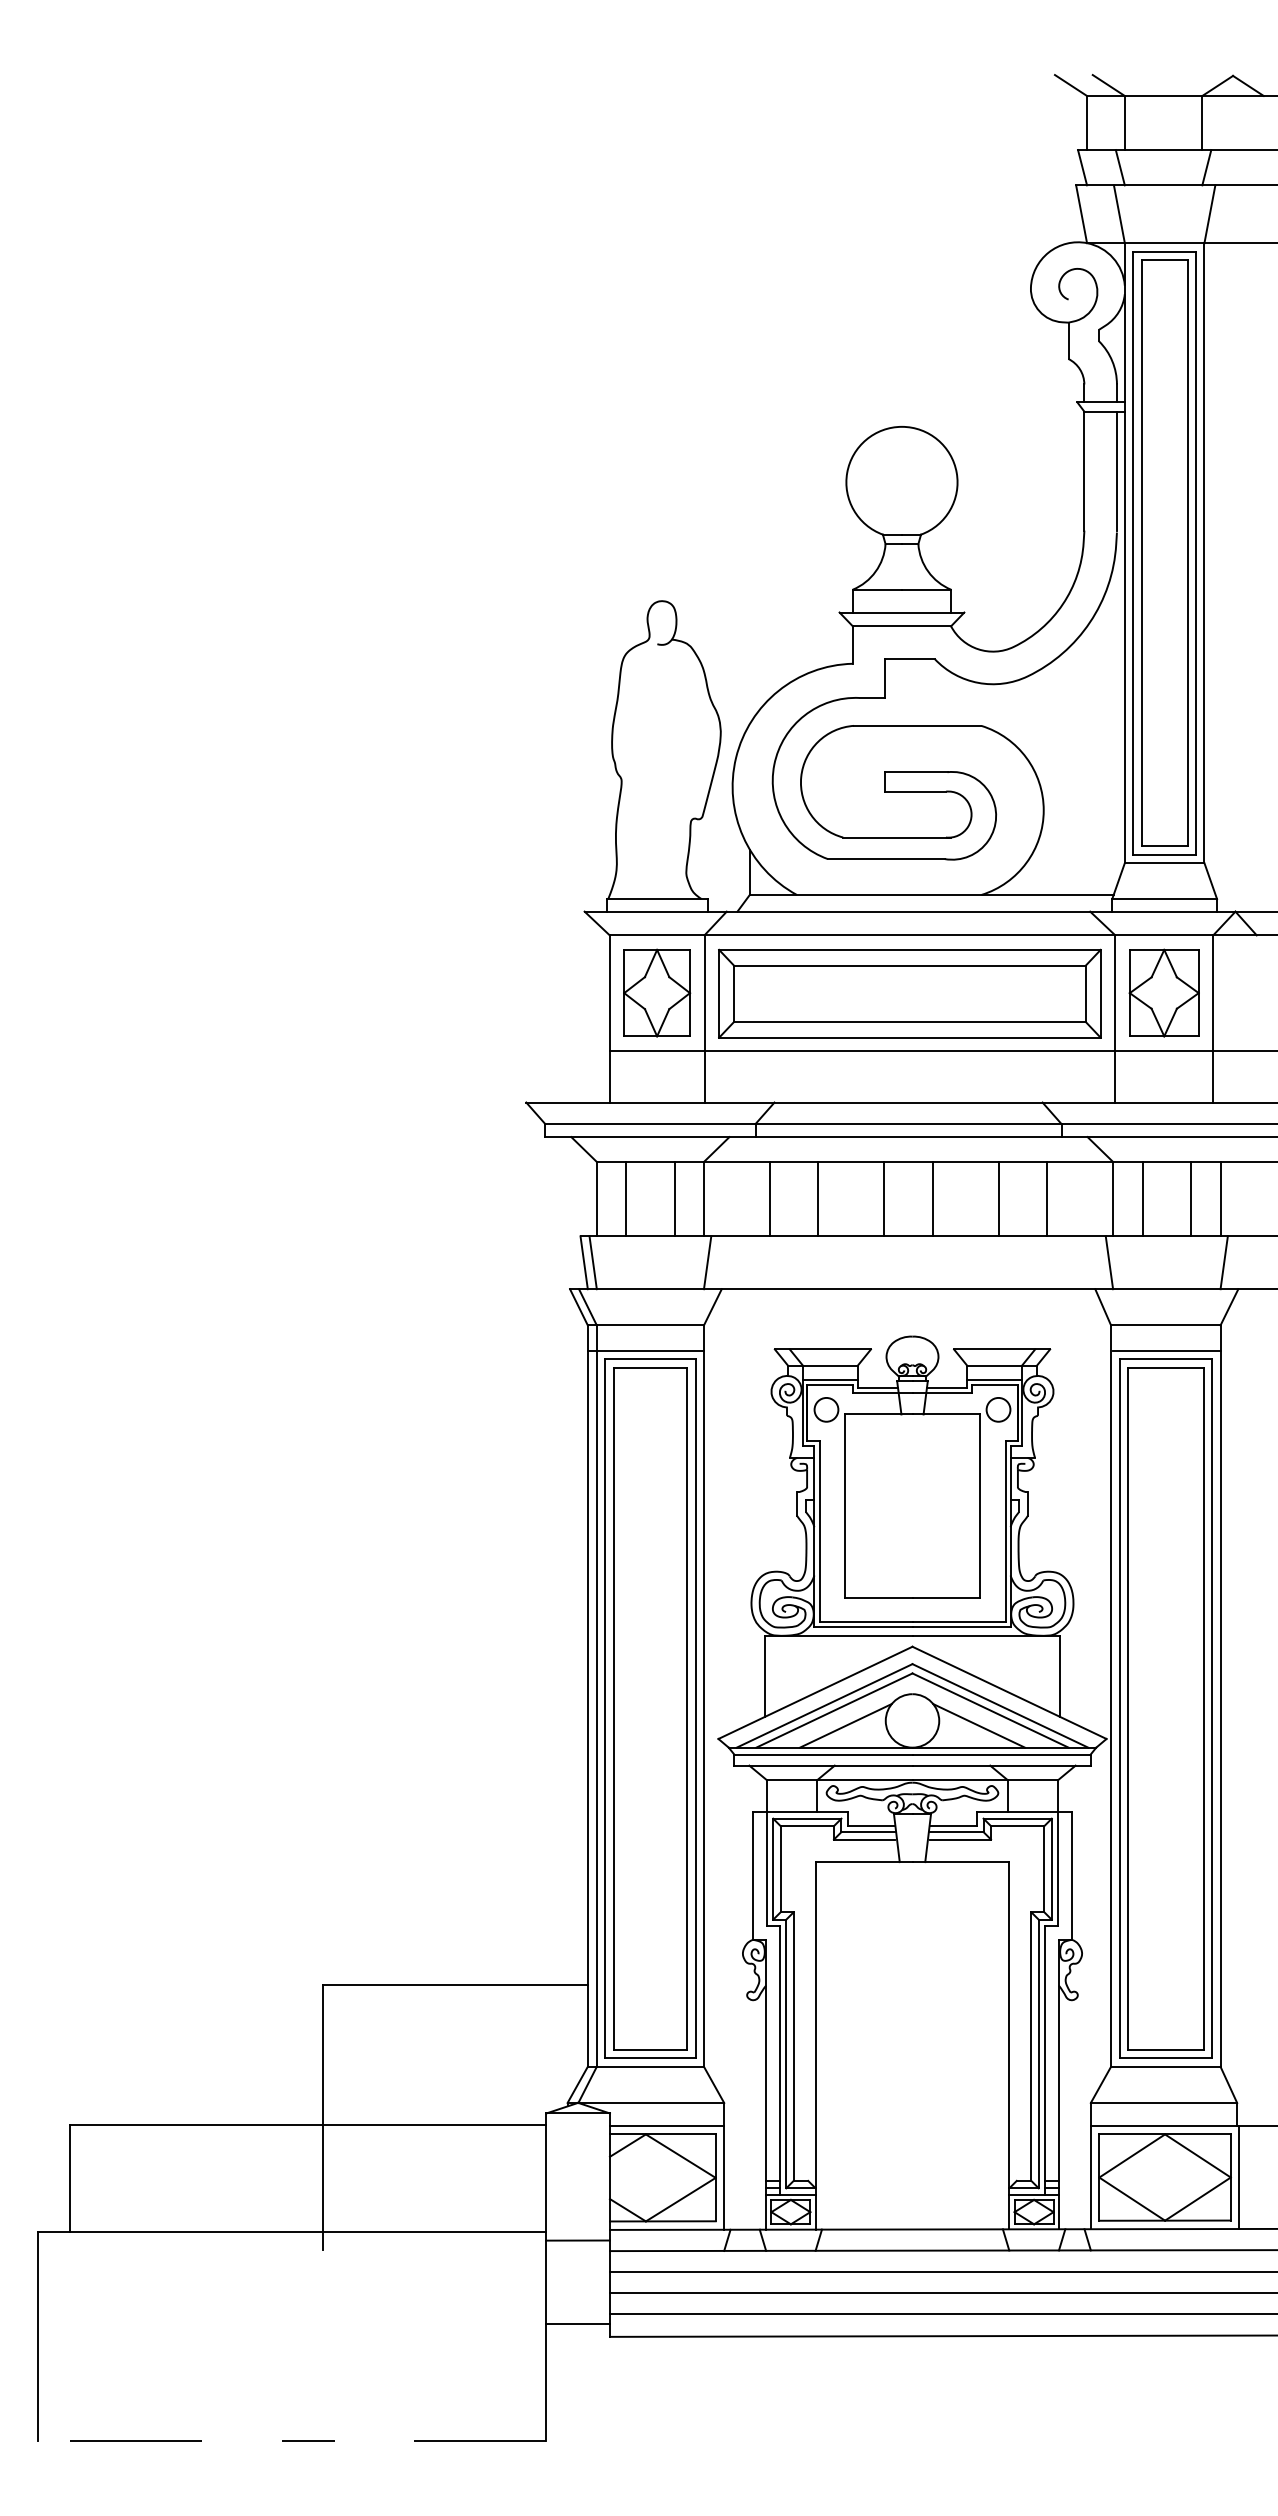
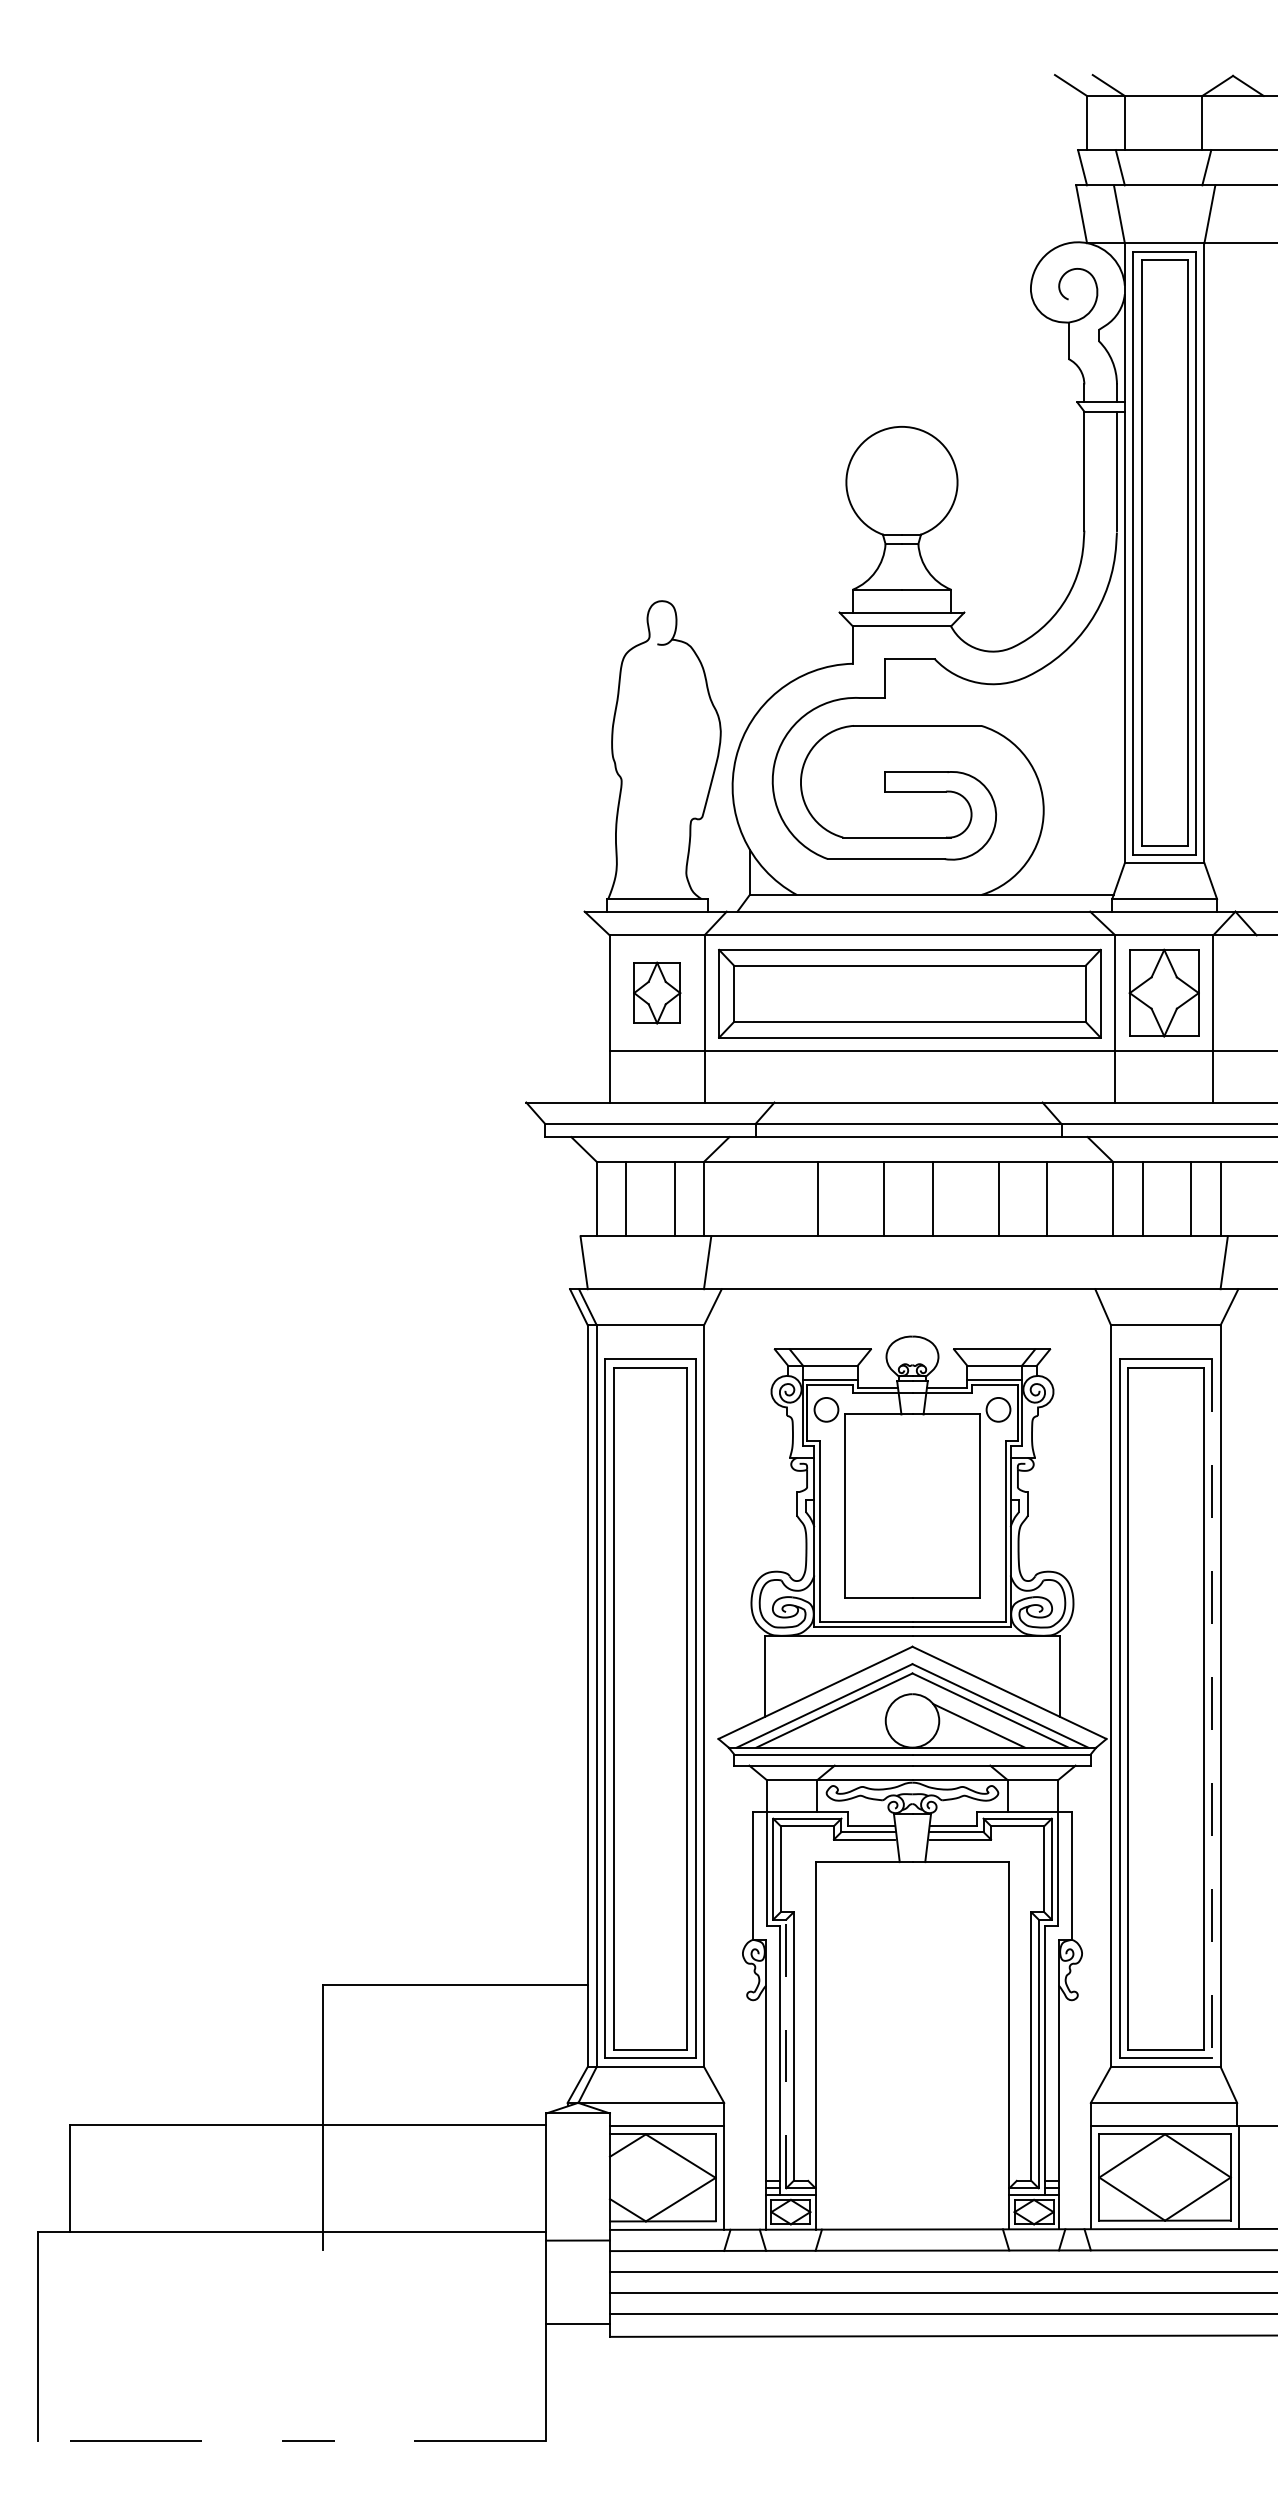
part at (657, 992) size: 69x90 px -> 49x64 px
line at (769, 1198): present -> none
line at (592, 1262): present -> none
line at (1109, 1262): present -> none
line at (645, 1350): present -> none
line at (1166, 1350): present -> none
line at (1212, 1709): solid -> dashed
line at (845, 1725): present -> none
line at (786, 2053): solid -> dashed
